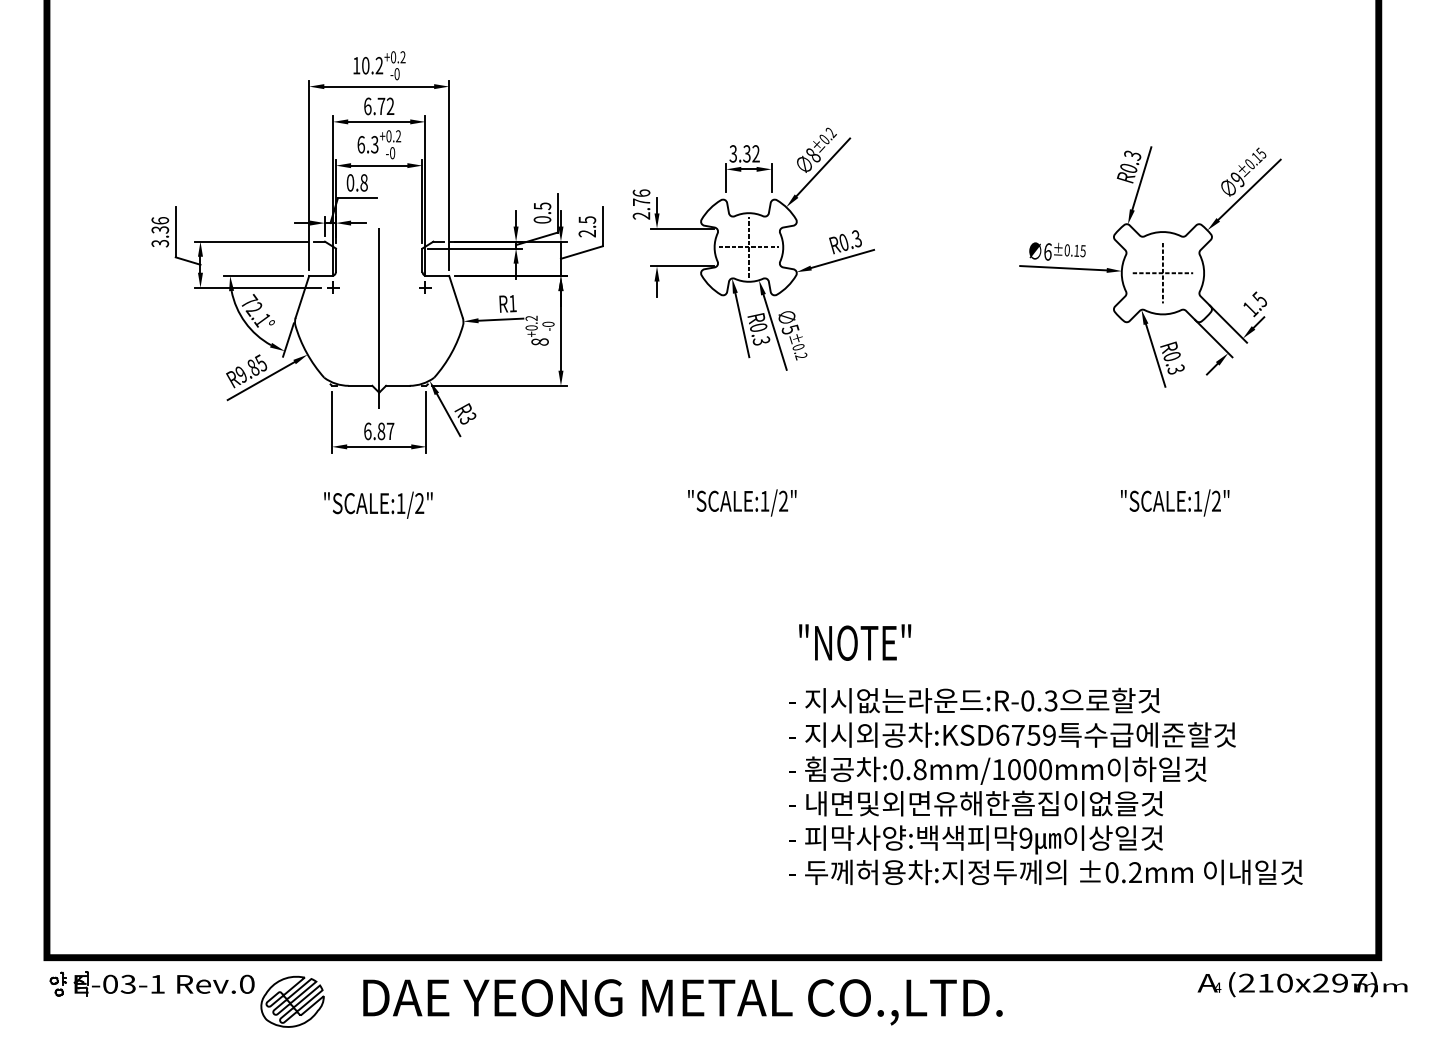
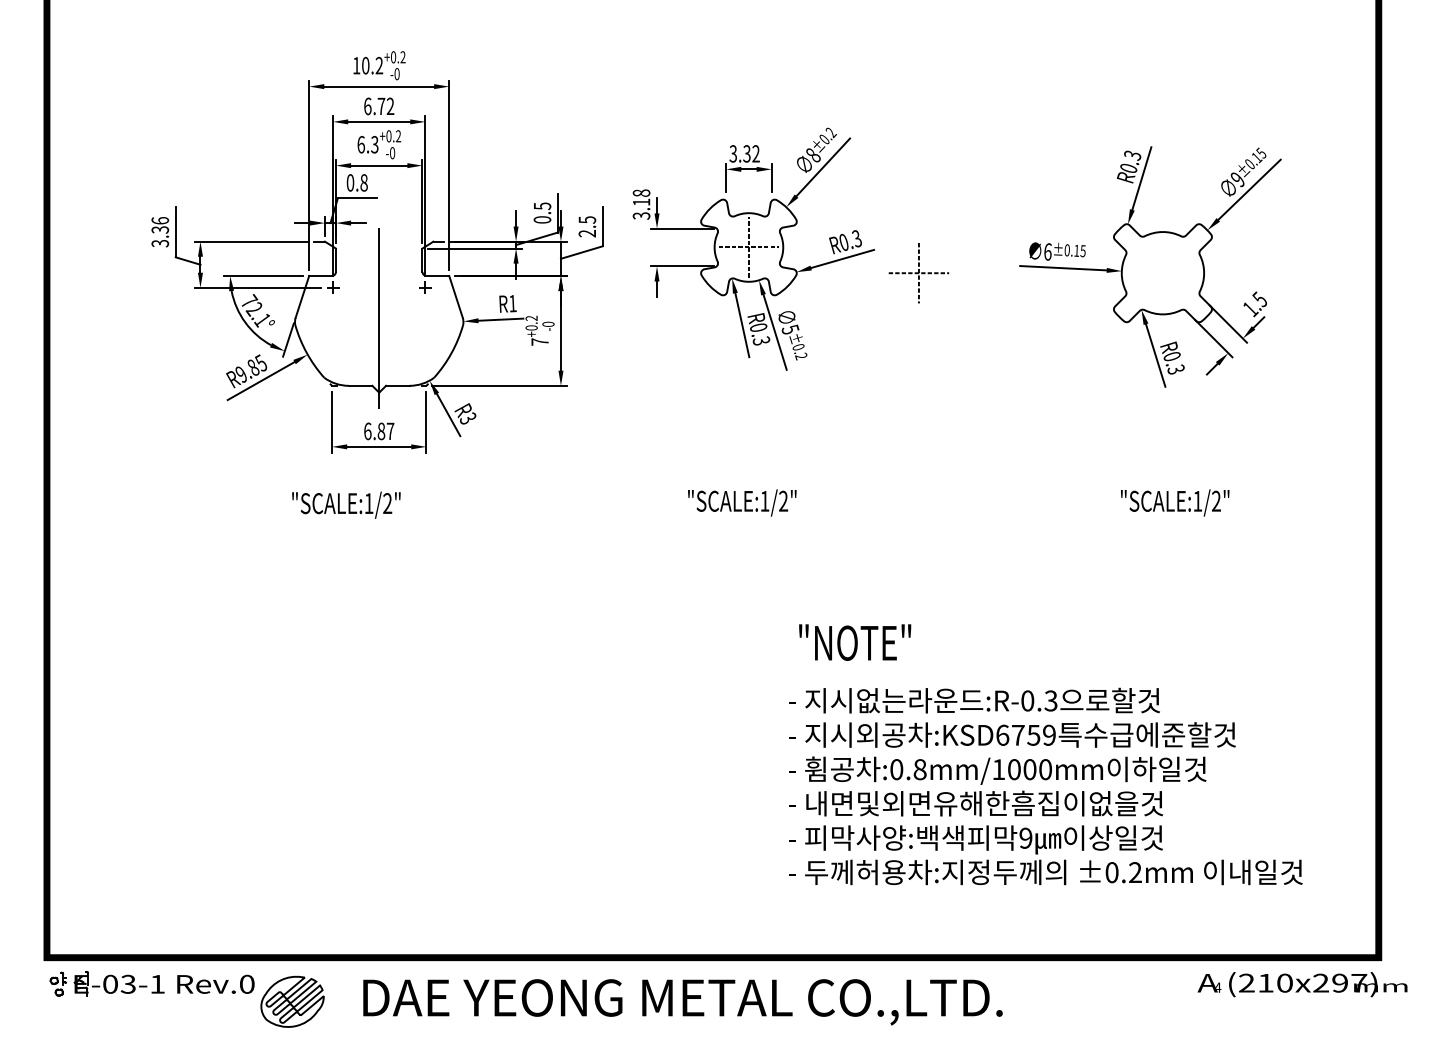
text at (641, 204): 2.76 -> 3.18
part at (1162, 273) position: (1162, 273) -> (918, 273)
text at (539, 341): 8 -> 7
text at (378, 504) position: (378, 504) -> (346, 504)
